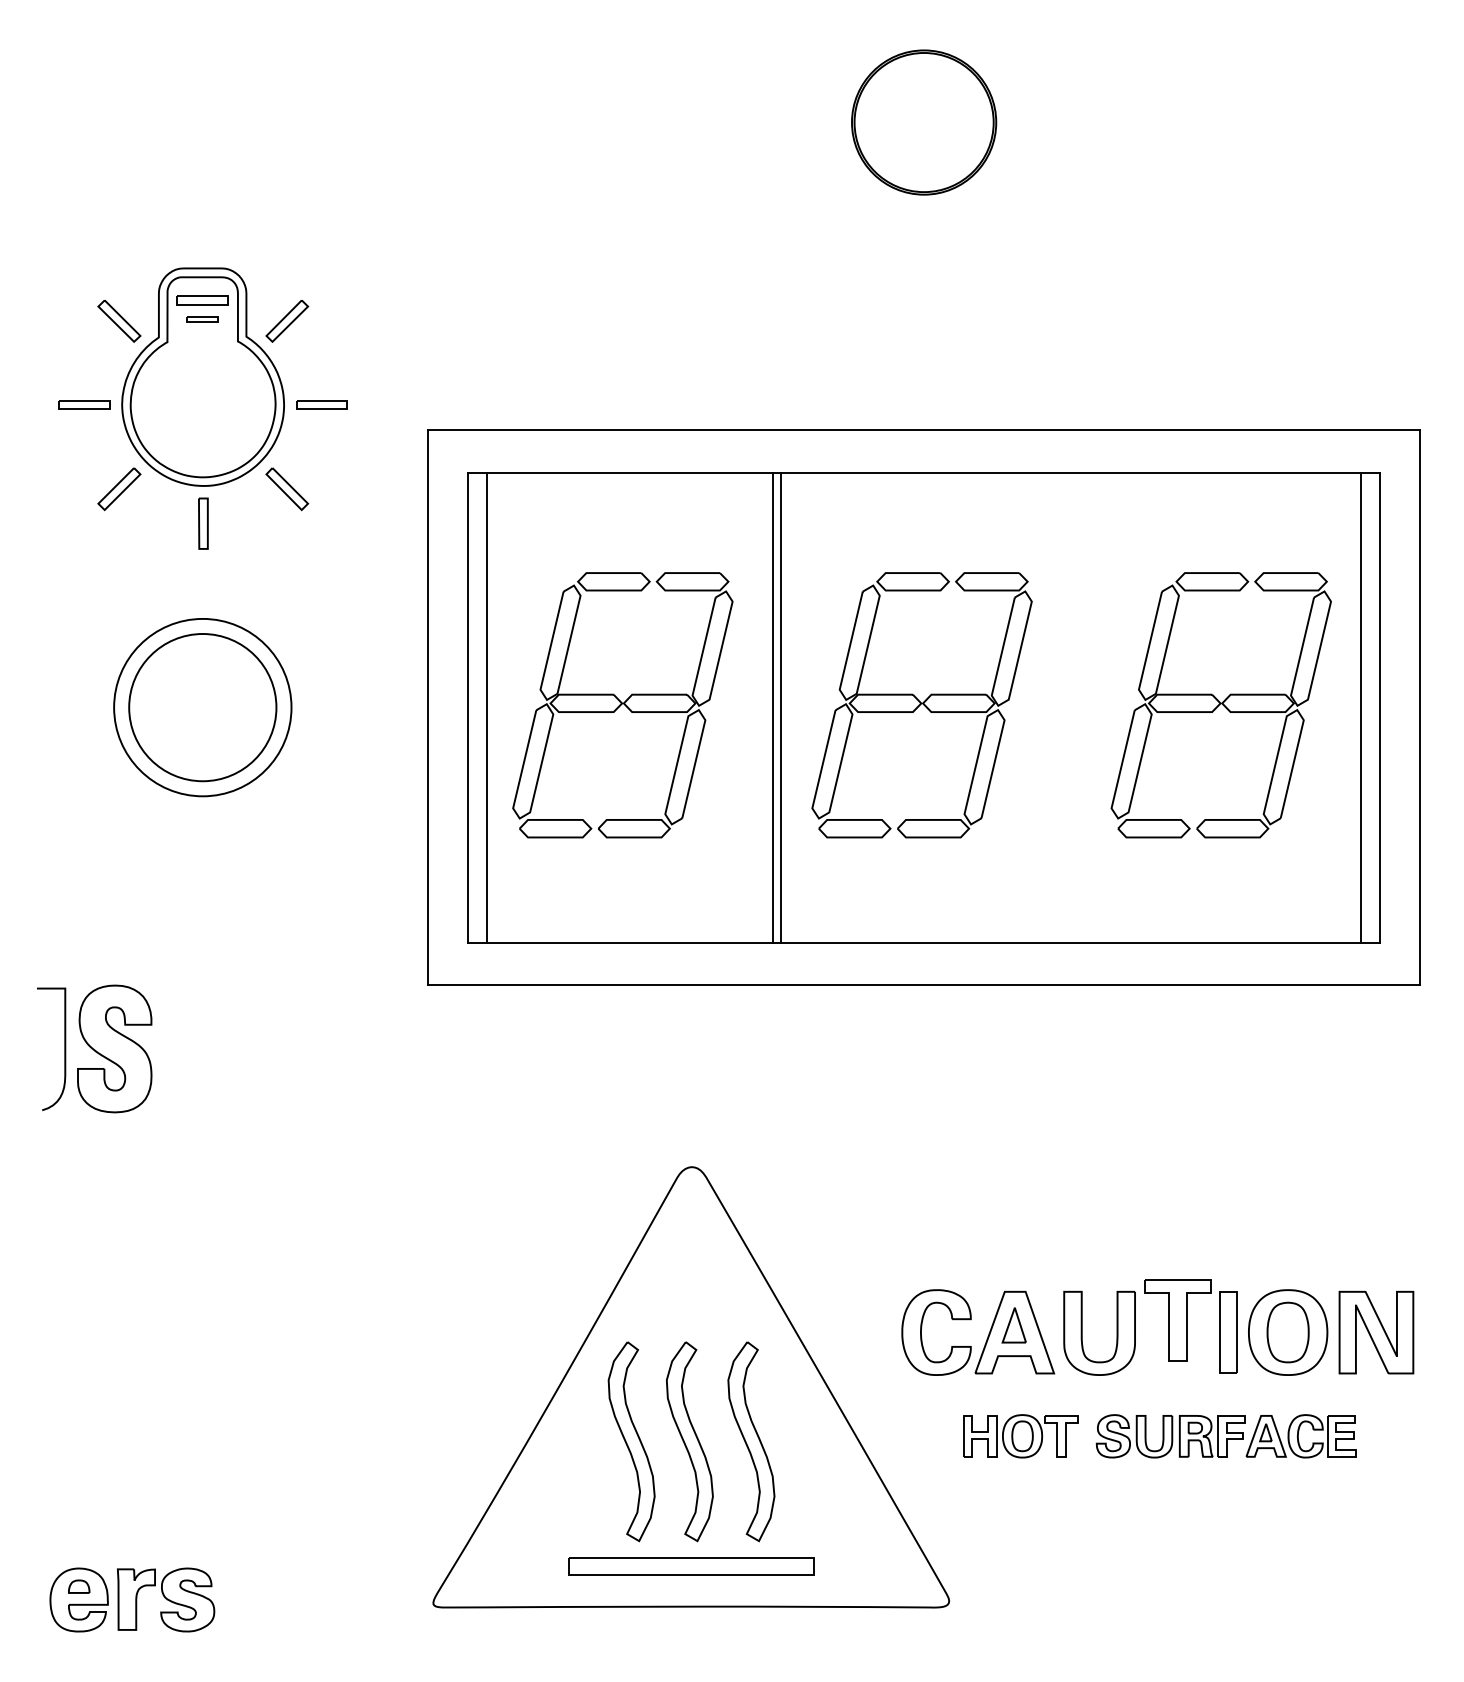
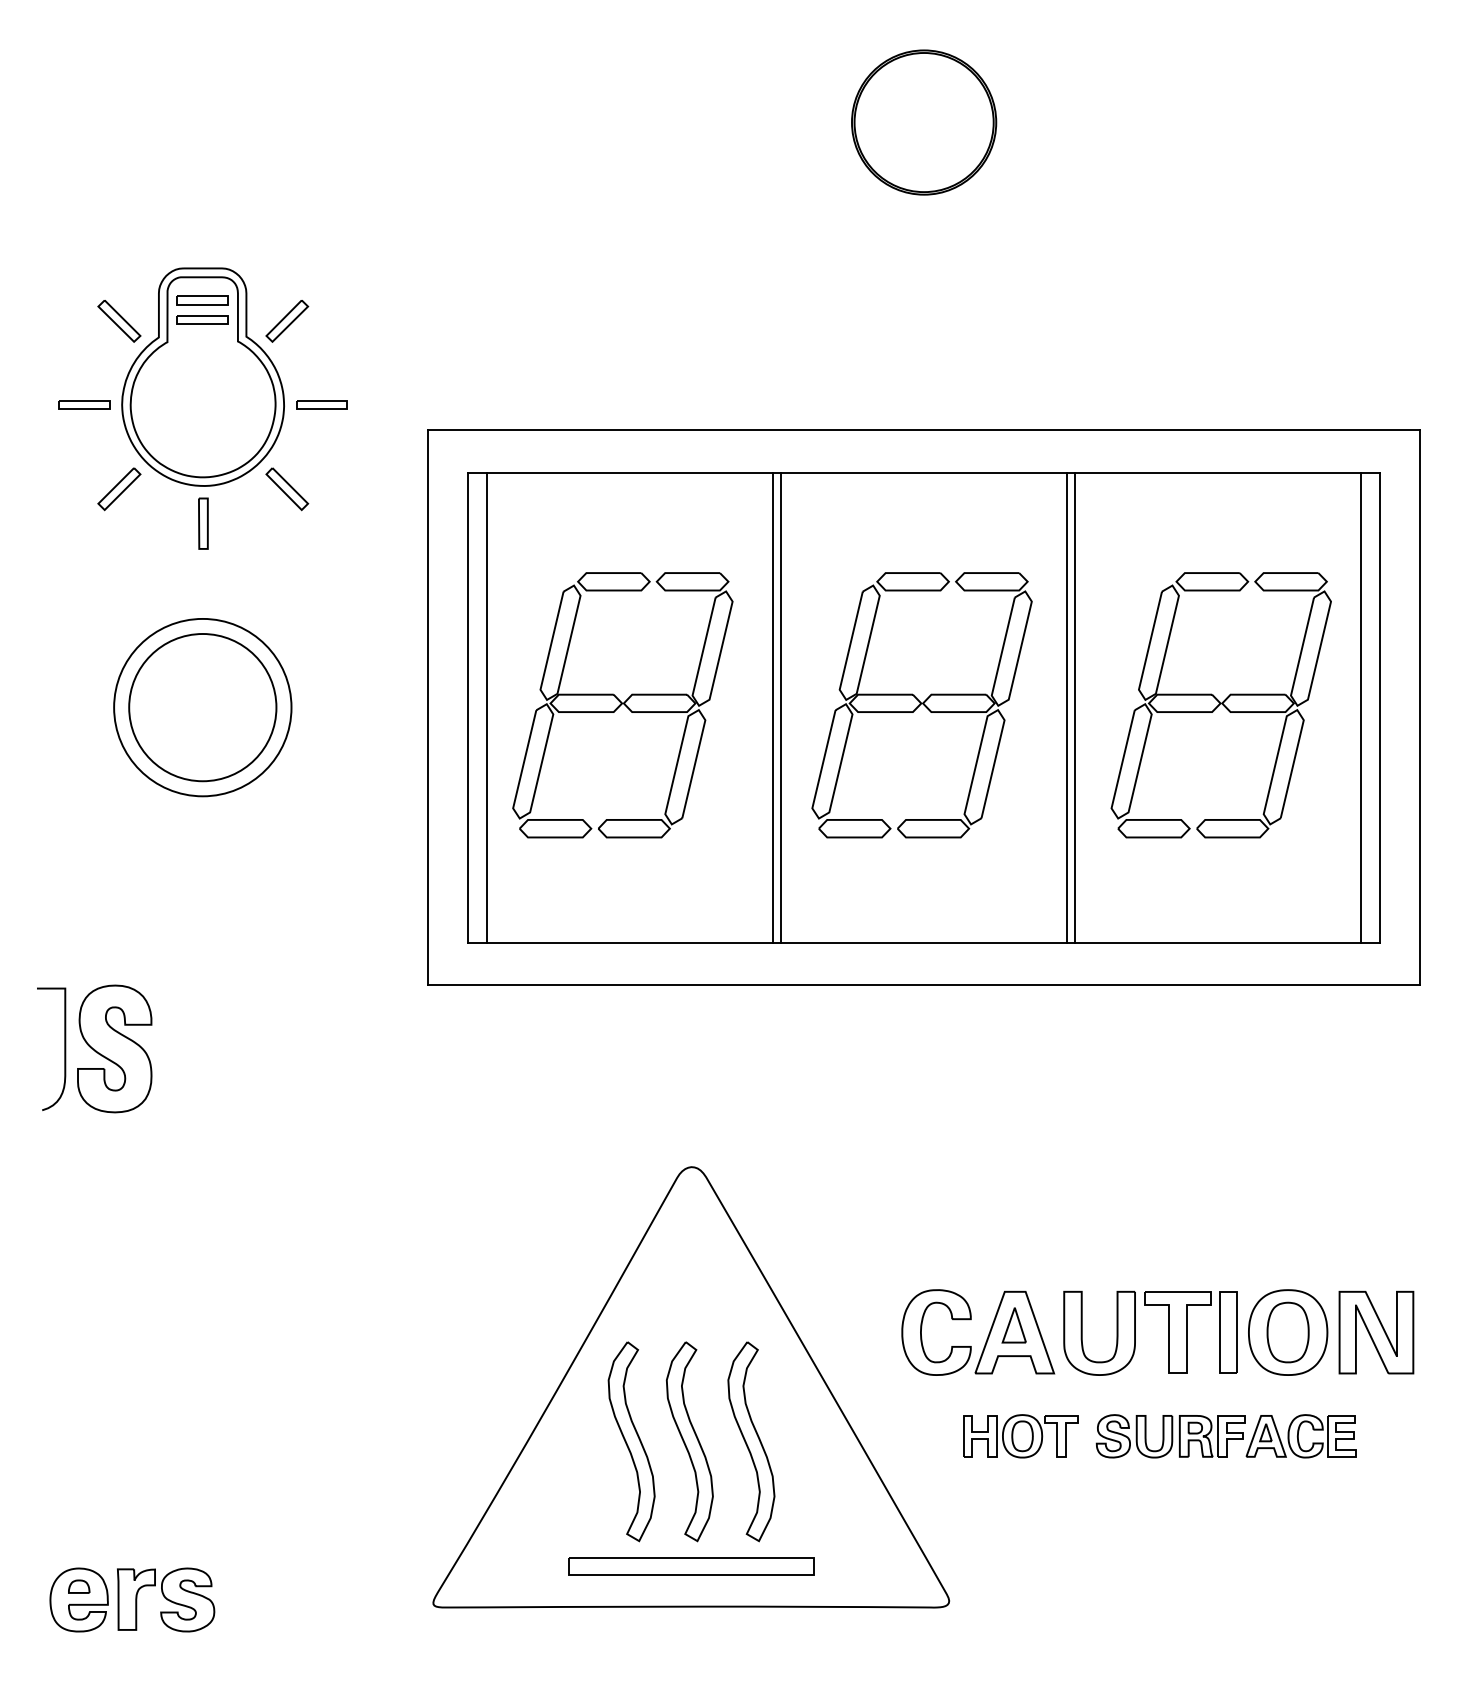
part at (202, 319) size: 33x7 px -> 53x10 px
line at (1067, 707): none -> present
line at (1075, 707): none -> present
part at (1177, 1320) position: (1177, 1320) -> (1177, 1332)
